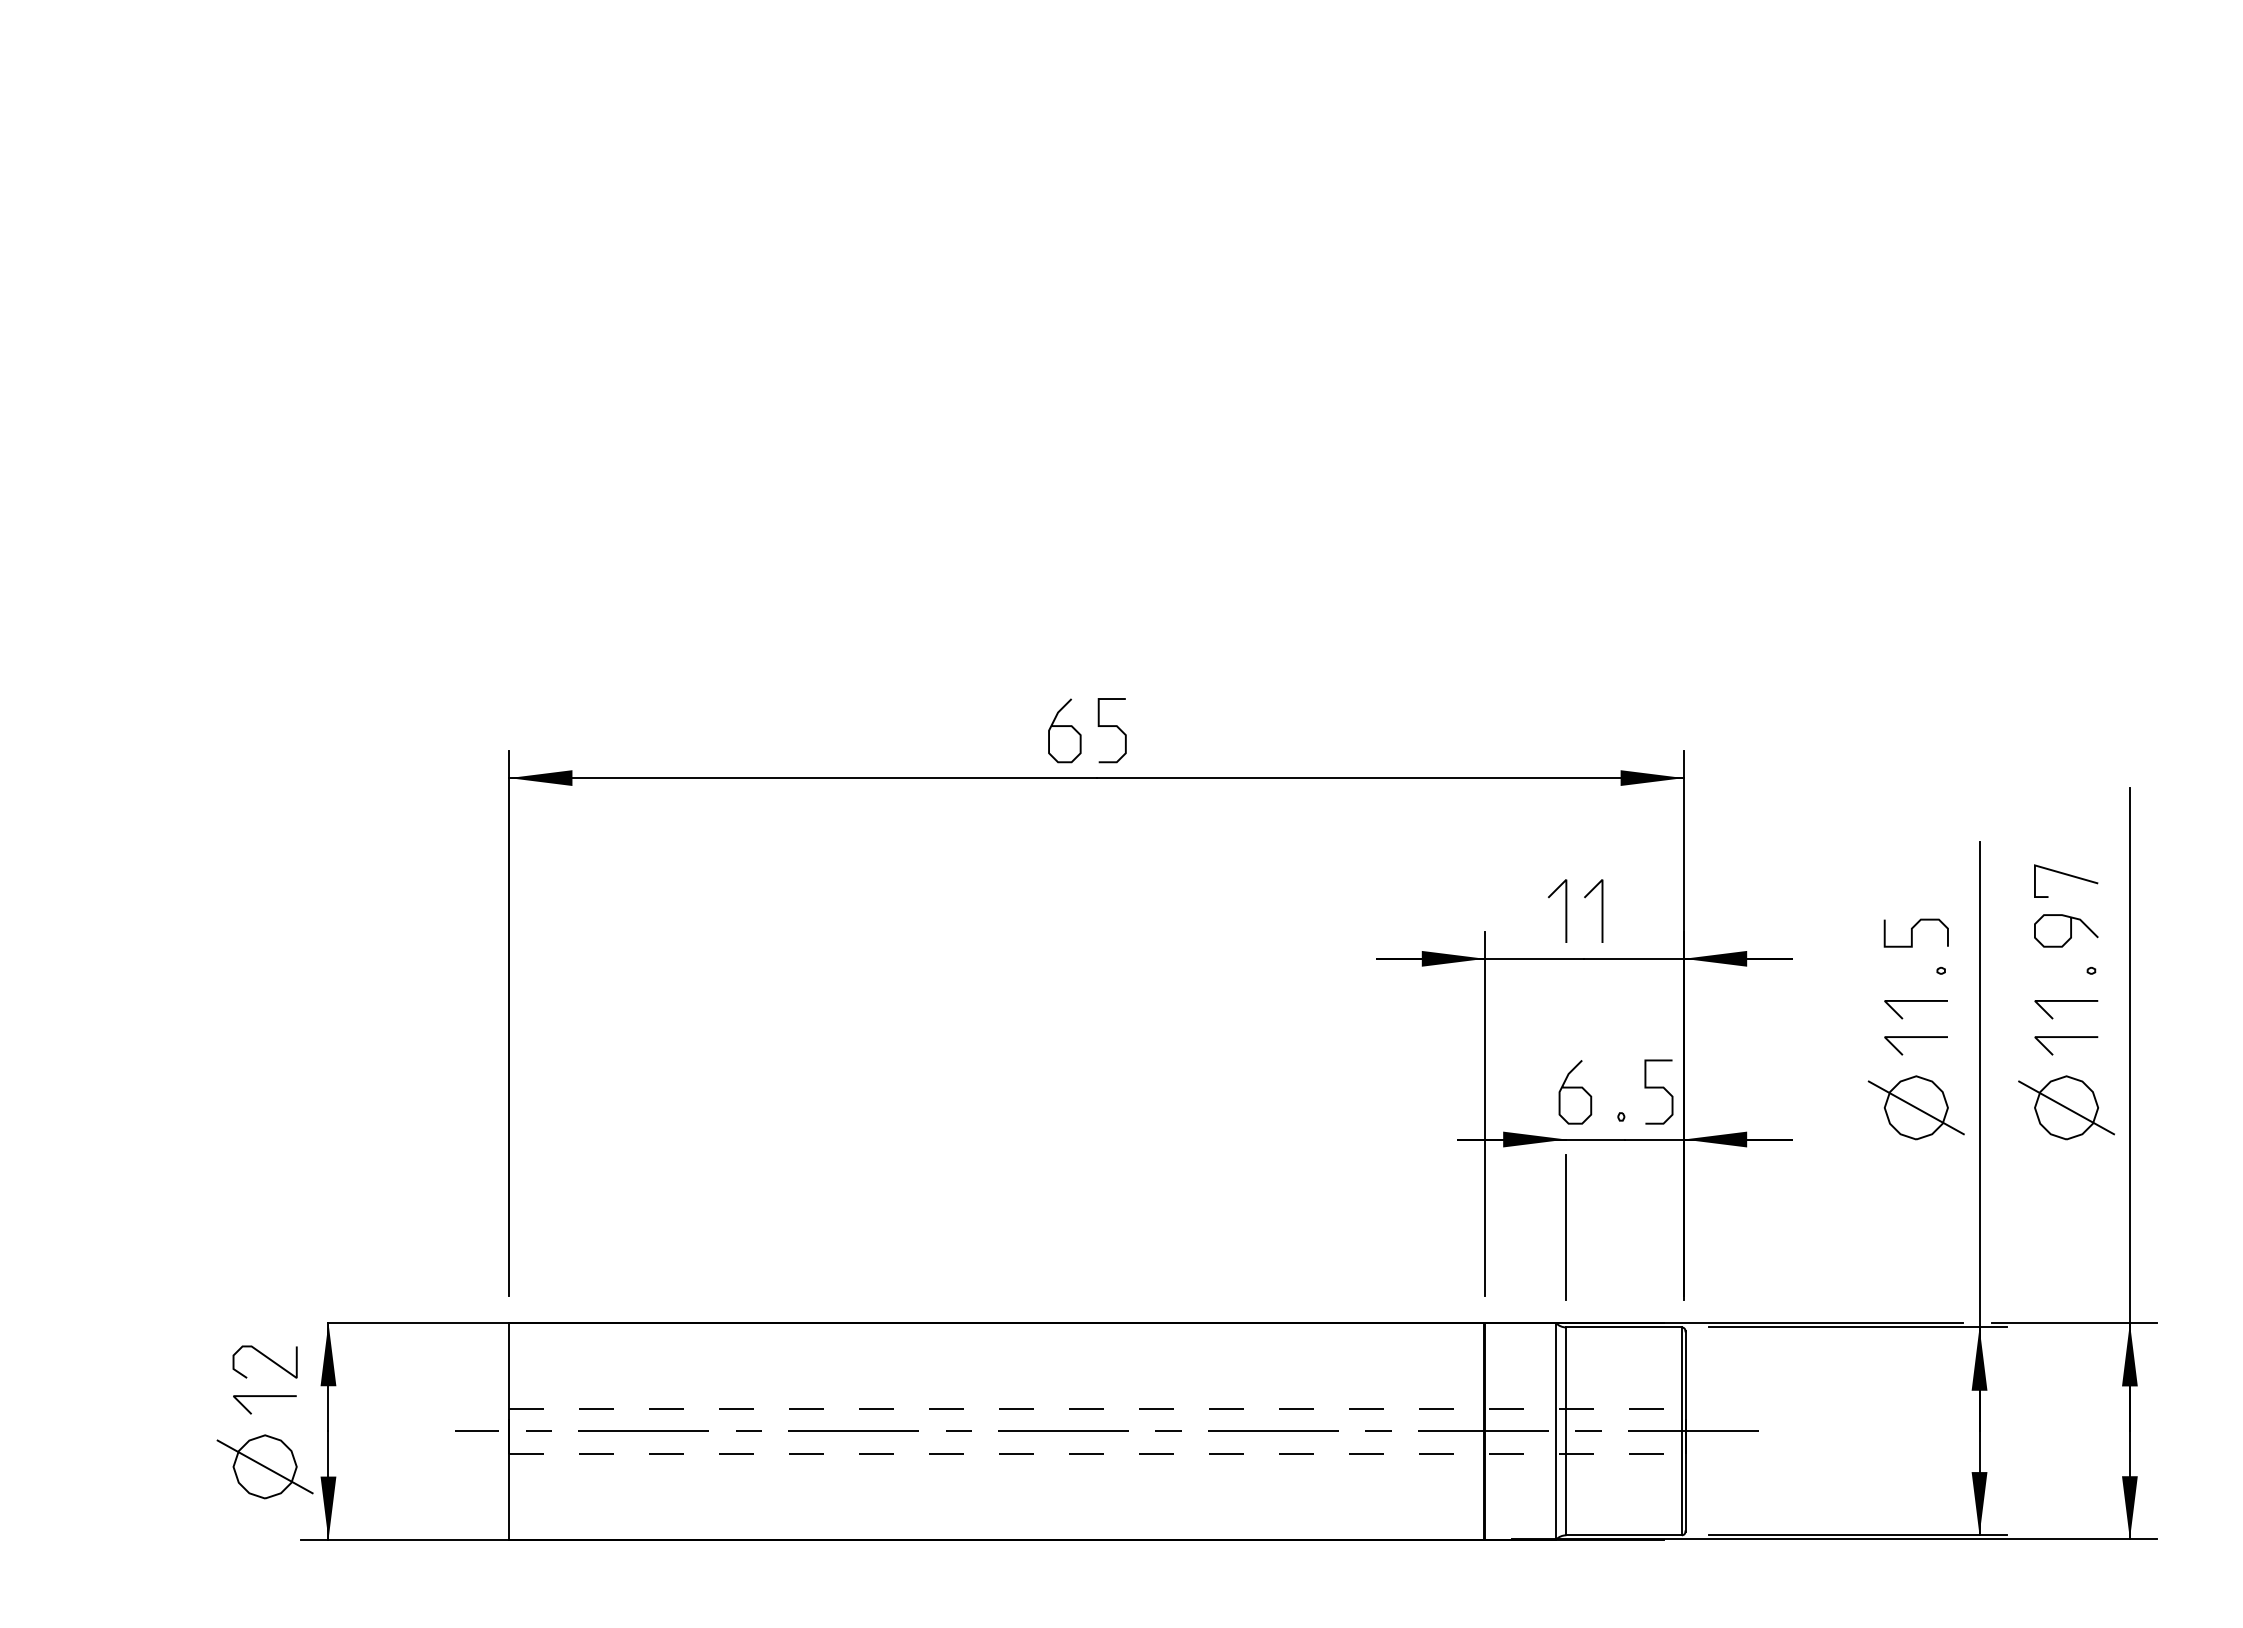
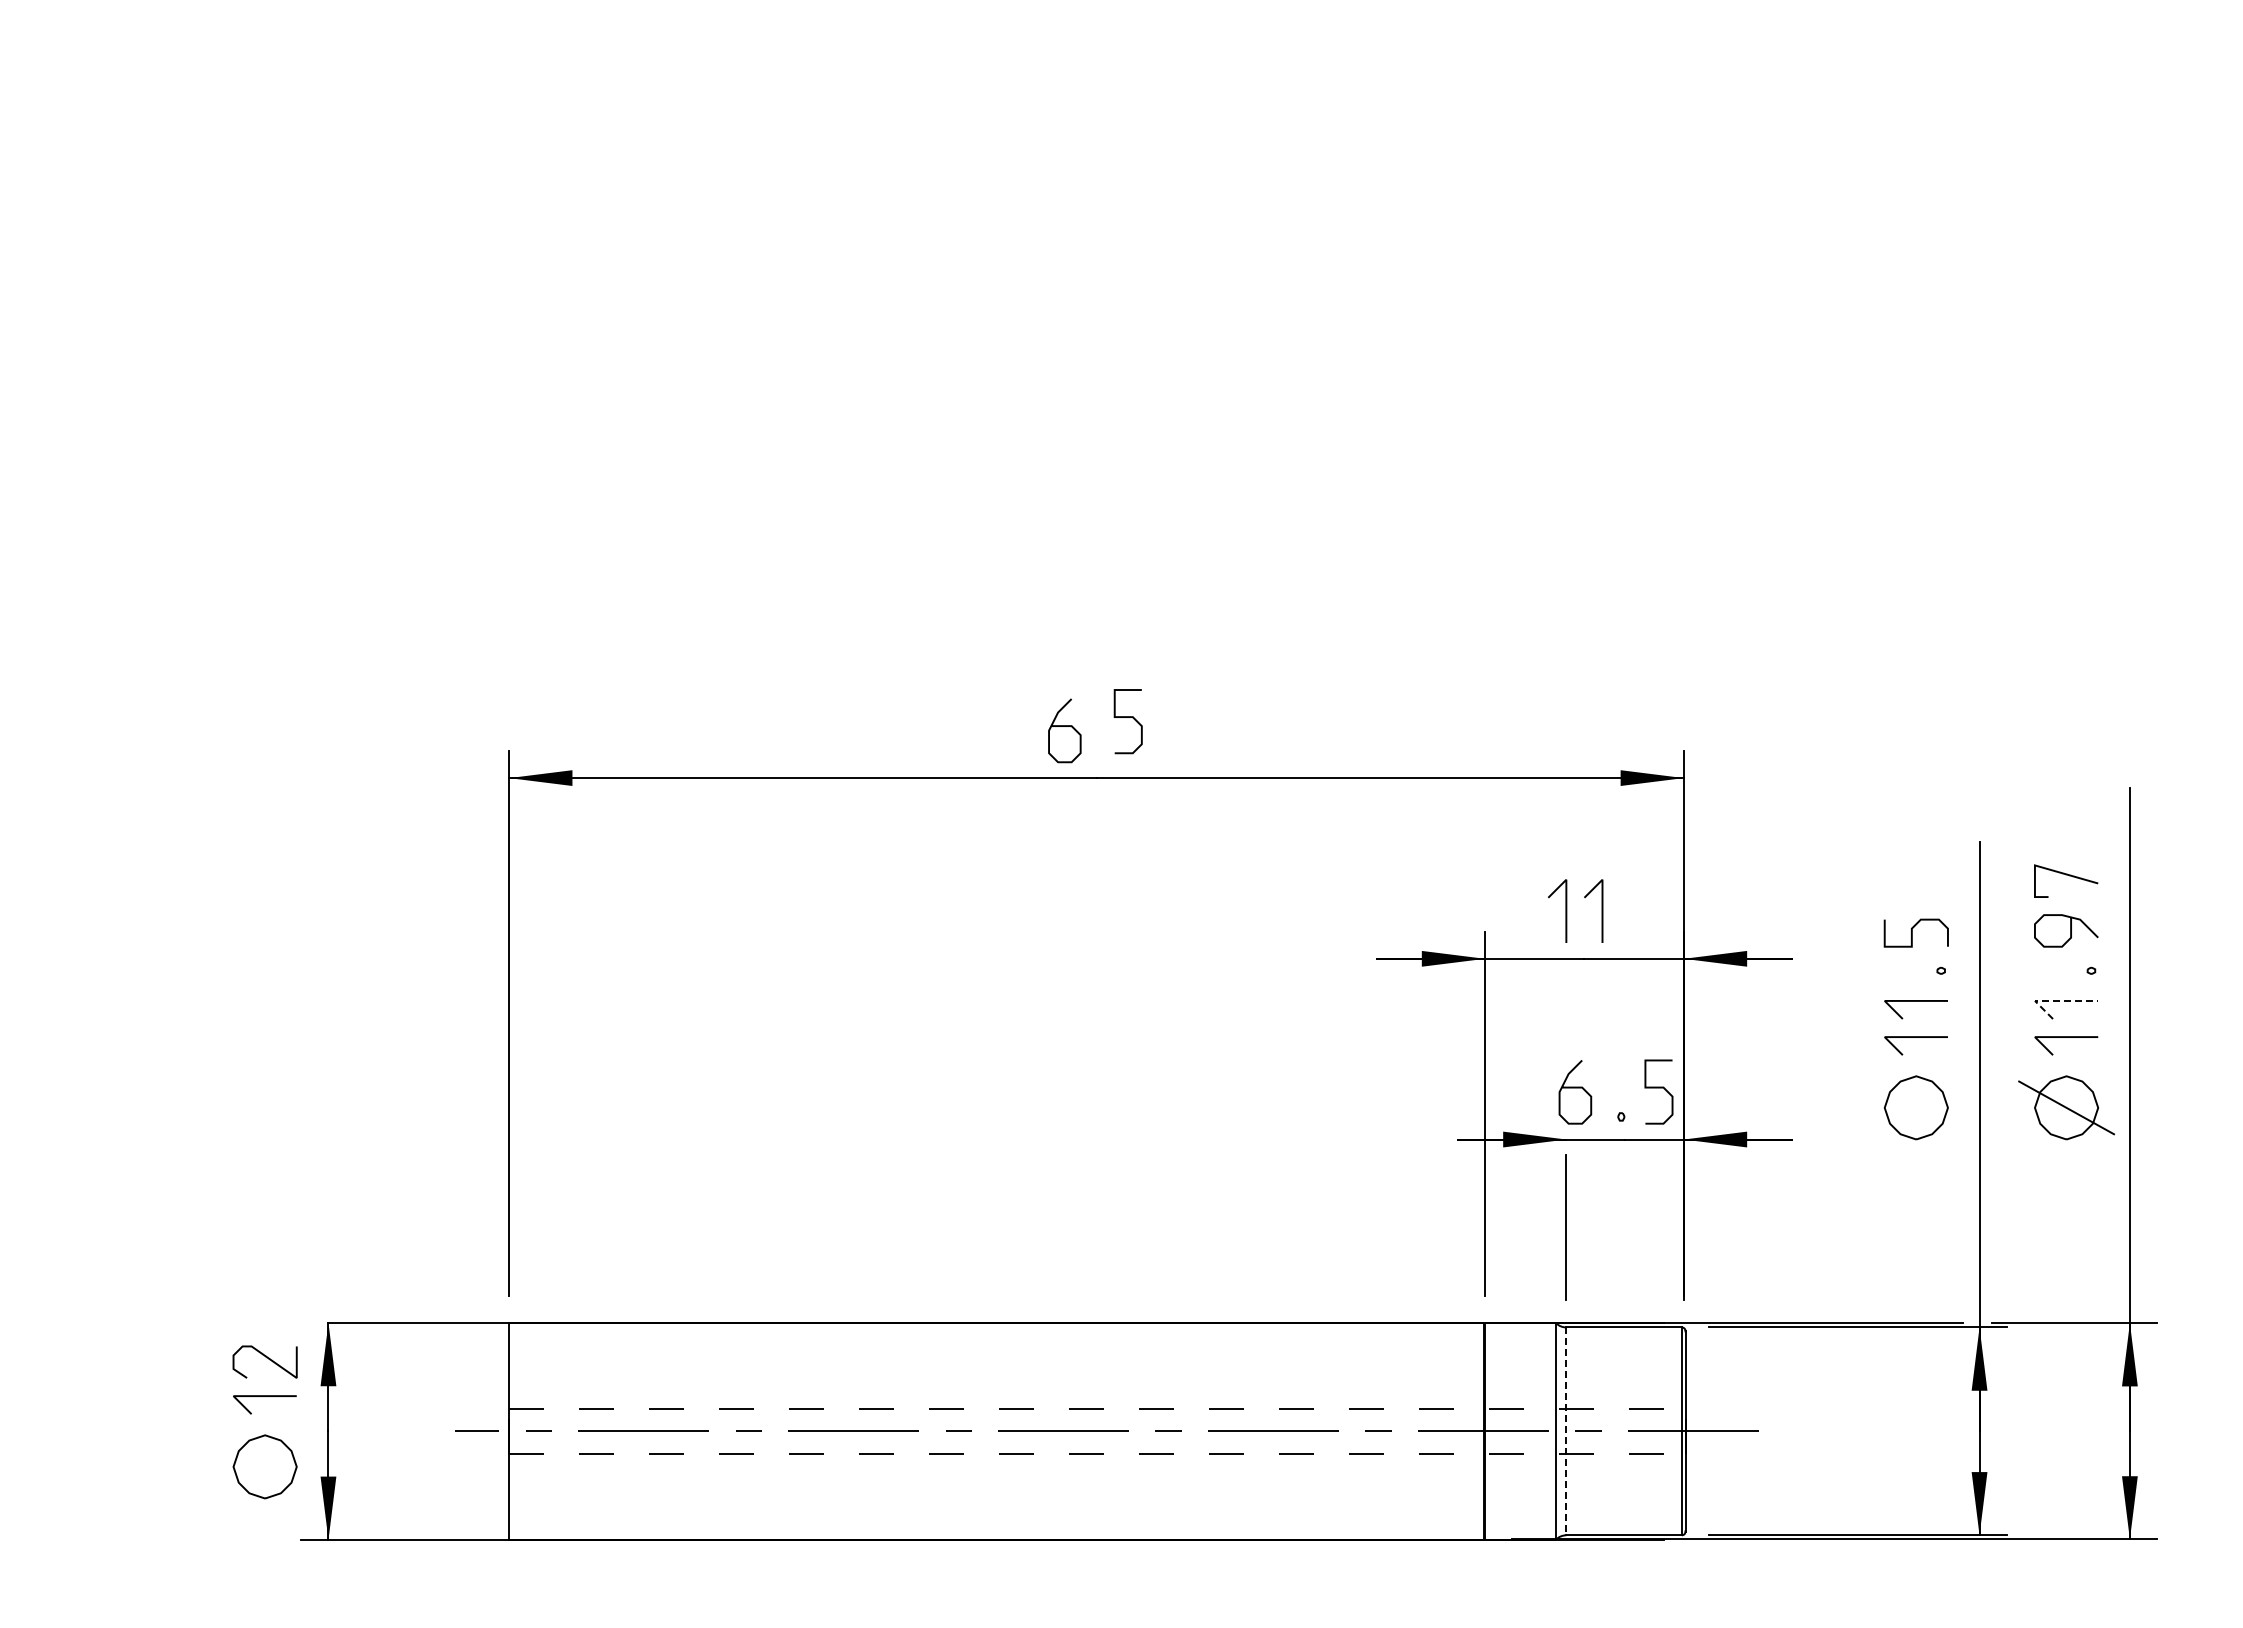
curve at (1111, 726) position: (1111, 726) -> (1127, 717)
line at (2053, 1000): solid -> dashed
line at (1915, 1107): present -> none
line at (1566, 1431): solid -> dashed
line at (264, 1466): present -> none
